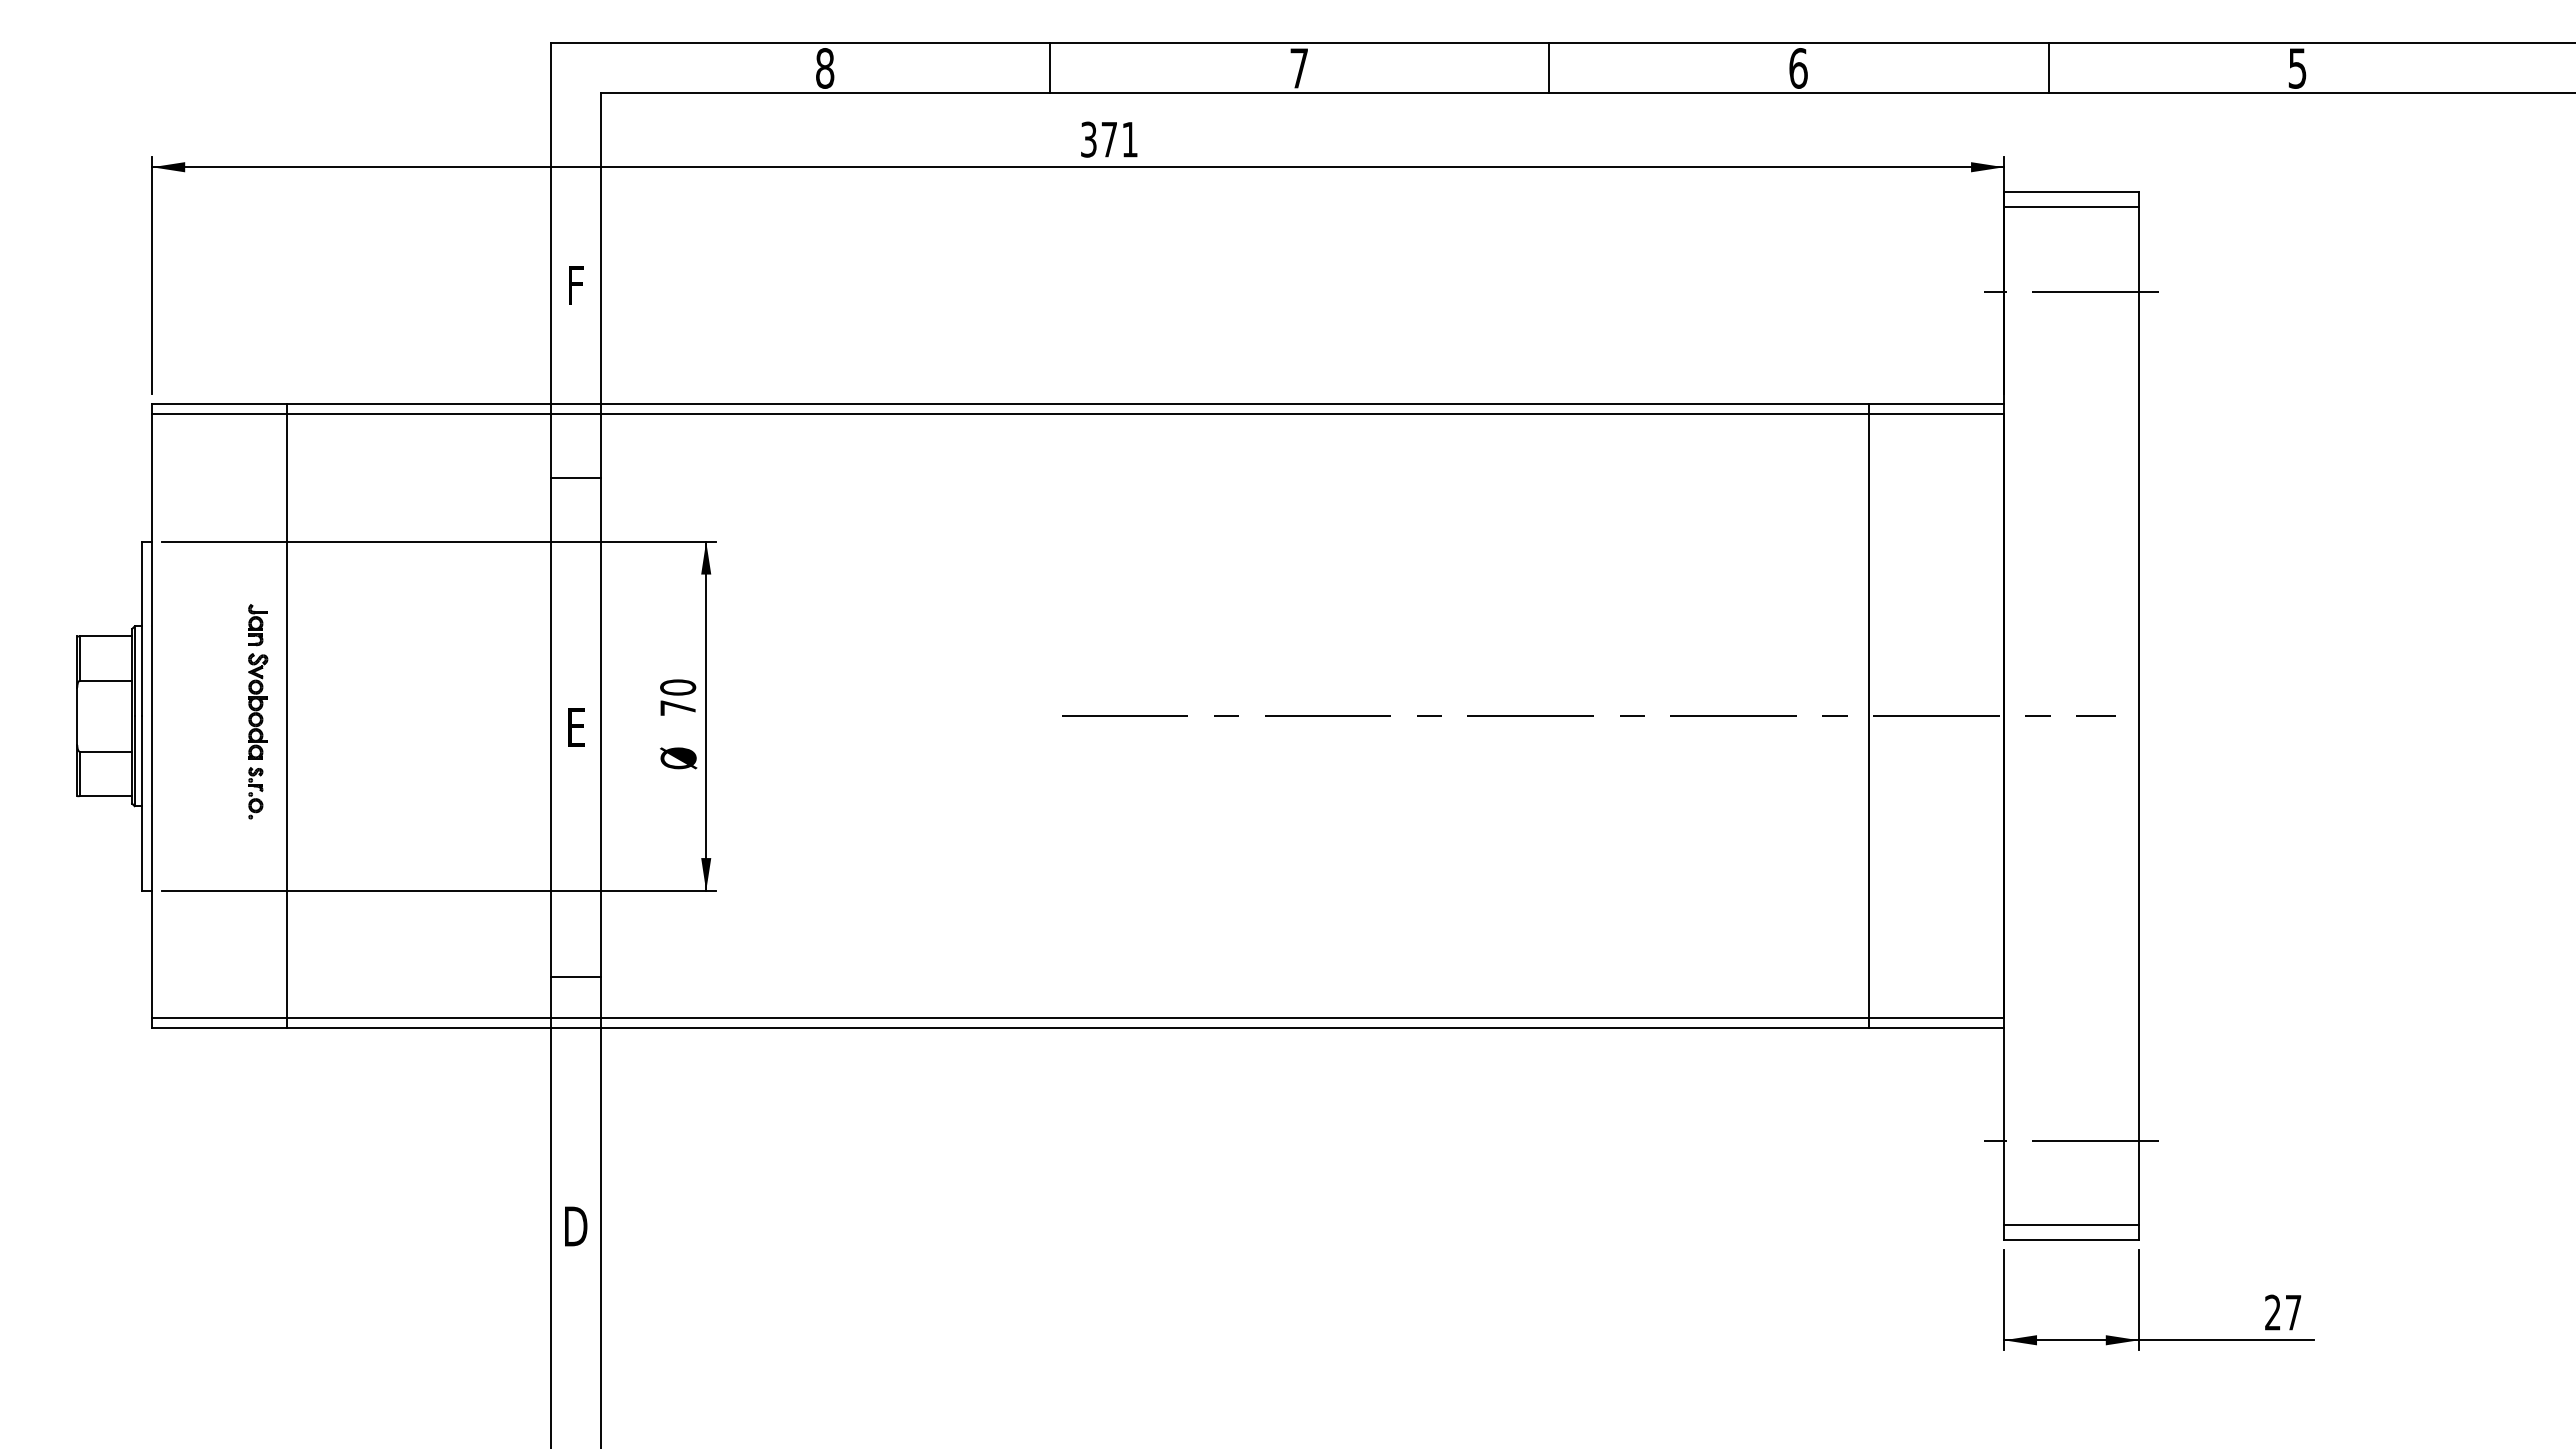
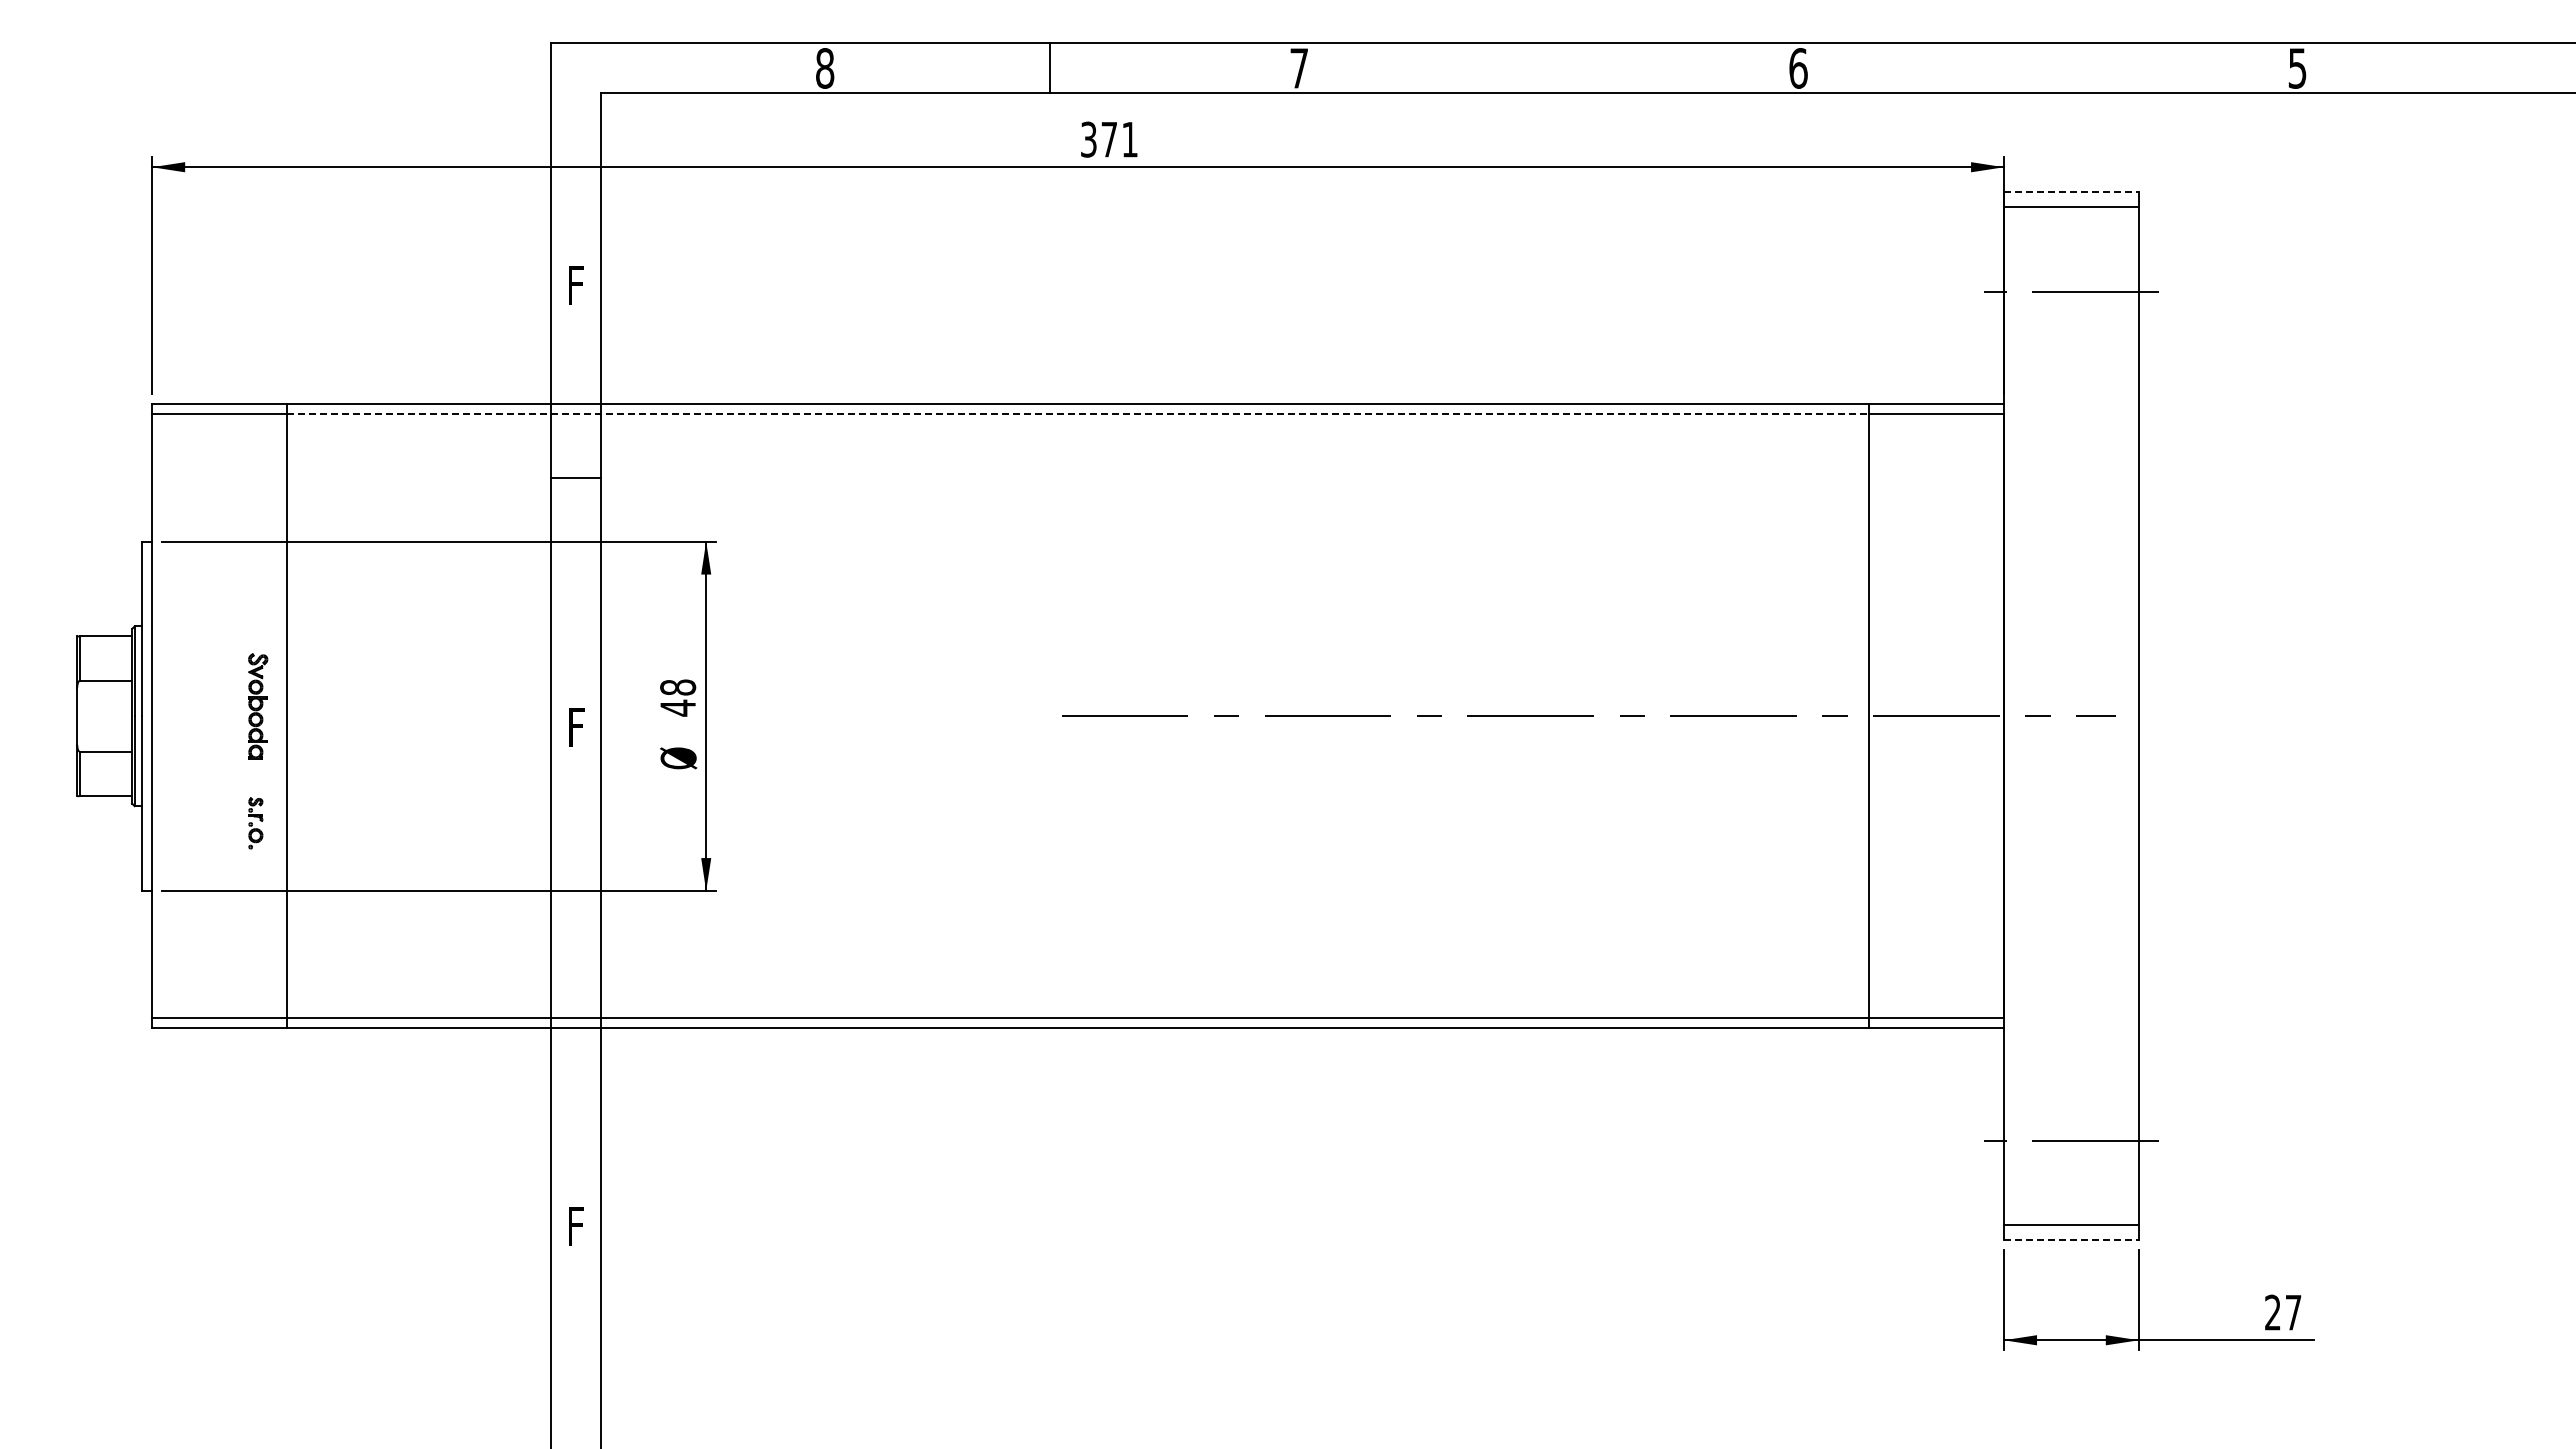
line at (1549, 68): present -> none
line at (2048, 68): present -> none
line at (2071, 192): solid -> dashed
line at (1078, 414): solid -> dashed
part at (257, 625): present -> none
text at (677, 697): 70 -> 48
text at (576, 727): E -> F
part at (255, 793) position: (255, 793) -> (255, 823)
line at (575, 976): present -> none
text at (576, 1226): D -> F
line at (2071, 1240): solid -> dashed
